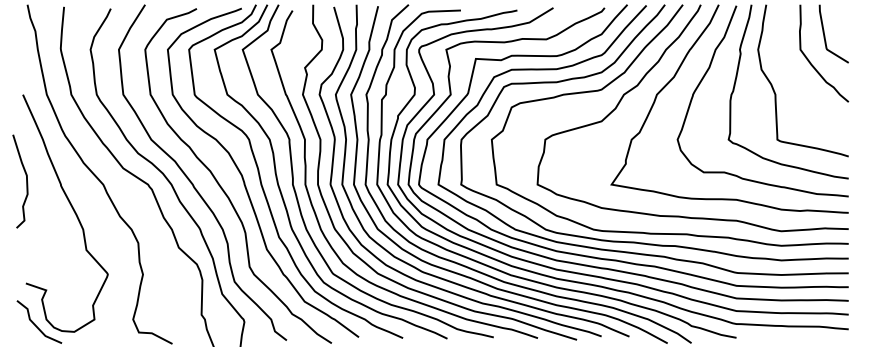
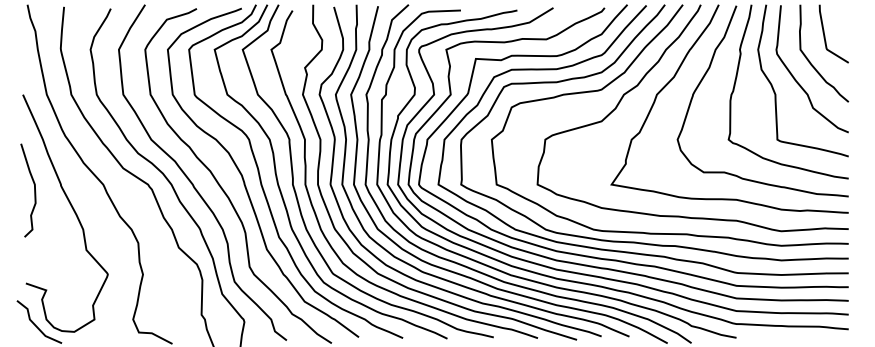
curve at (796, 79): none -> present
curve at (26, 181) position: (26, 181) -> (34, 190)
